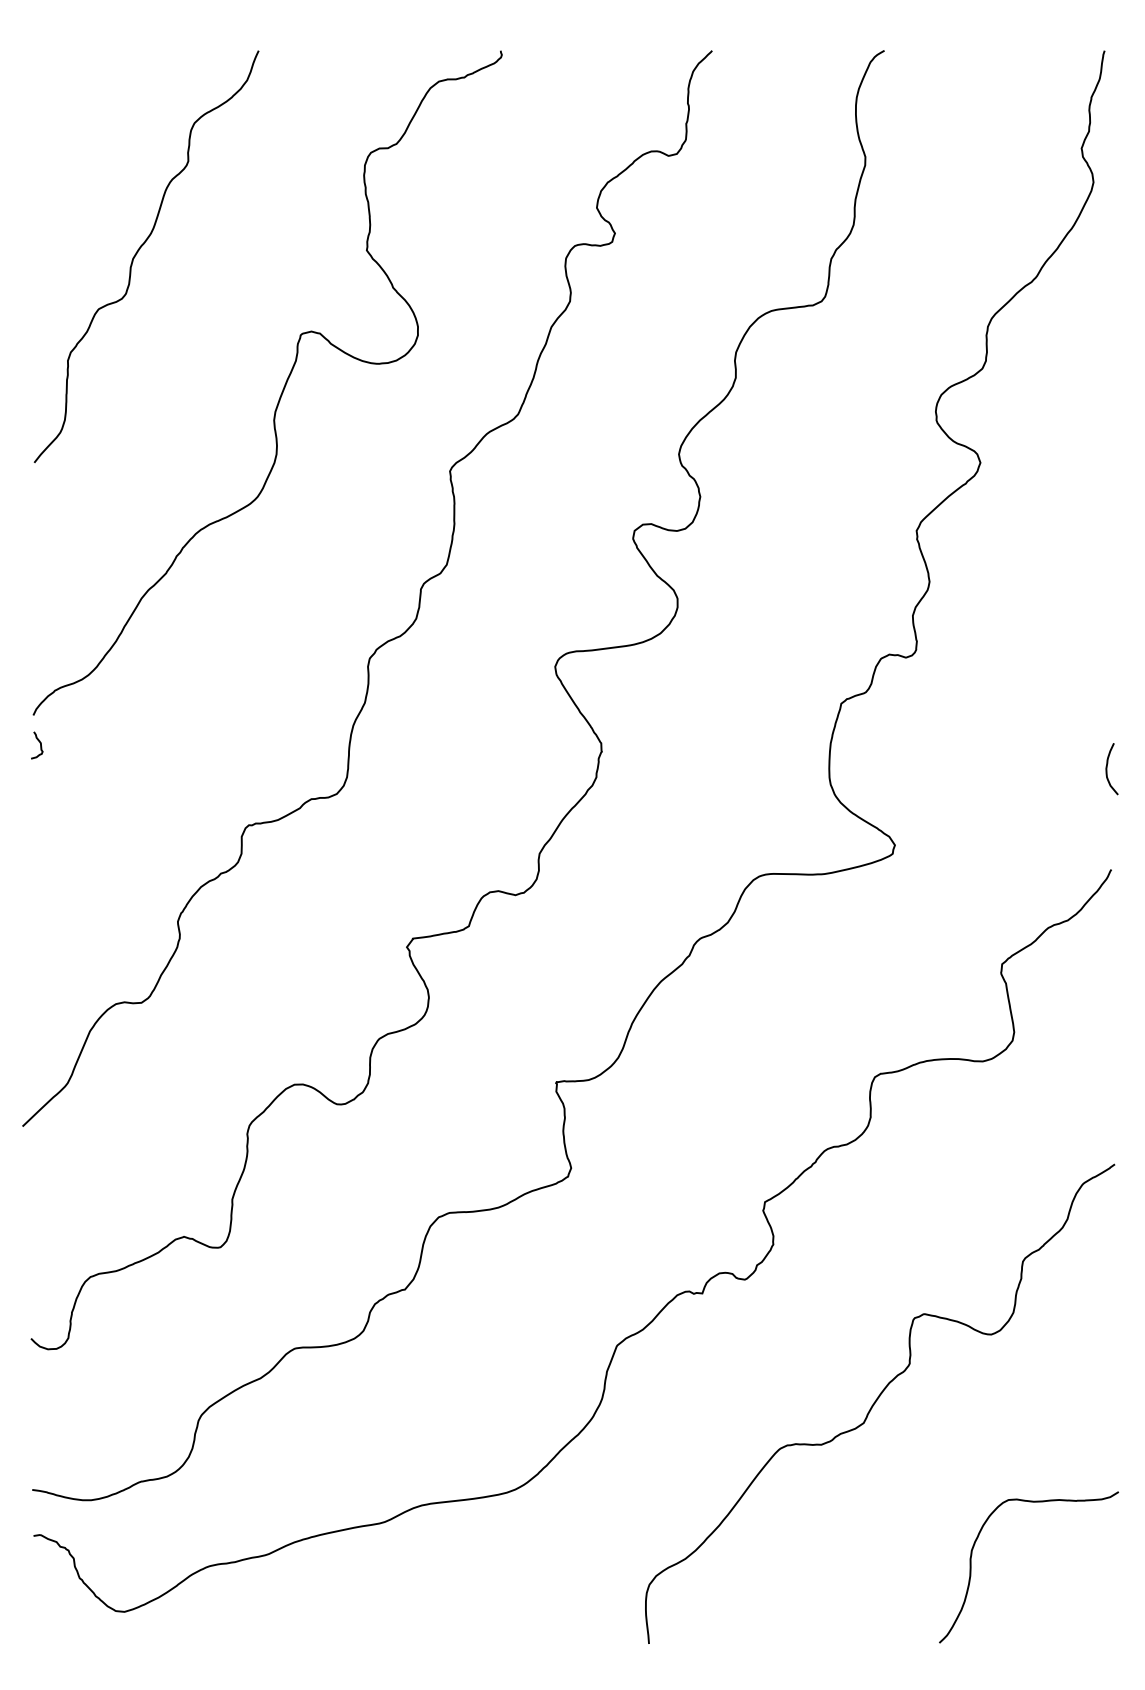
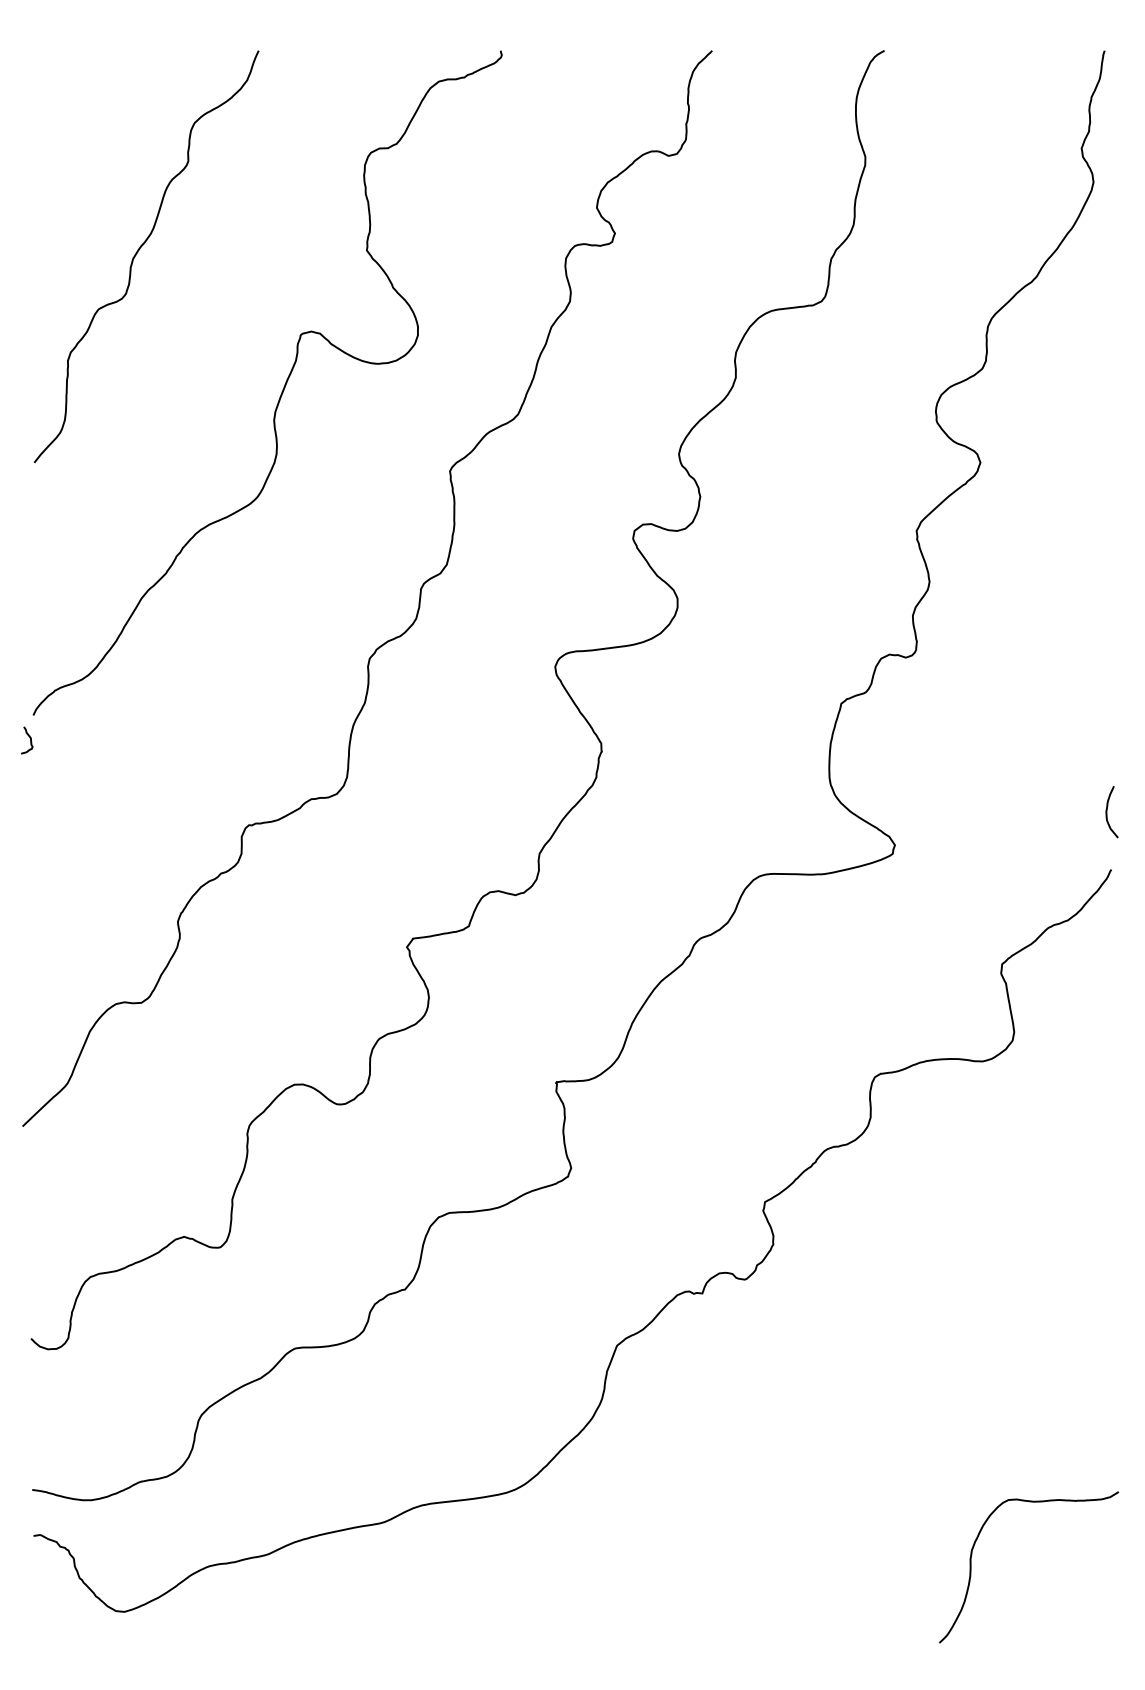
curve at (39, 743) position: (39, 743) -> (29, 738)
curve at (1107, 769) position: (1107, 769) -> (1107, 812)
curve at (876, 1402): present -> none
